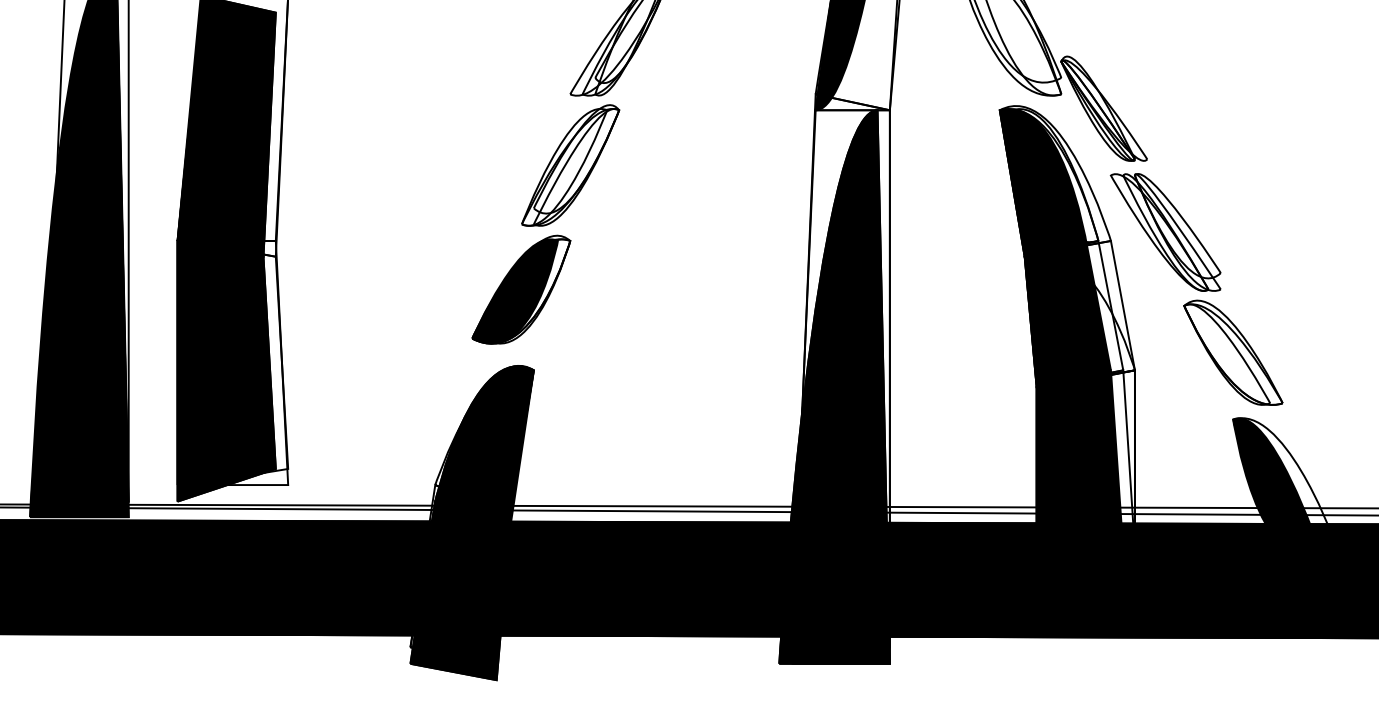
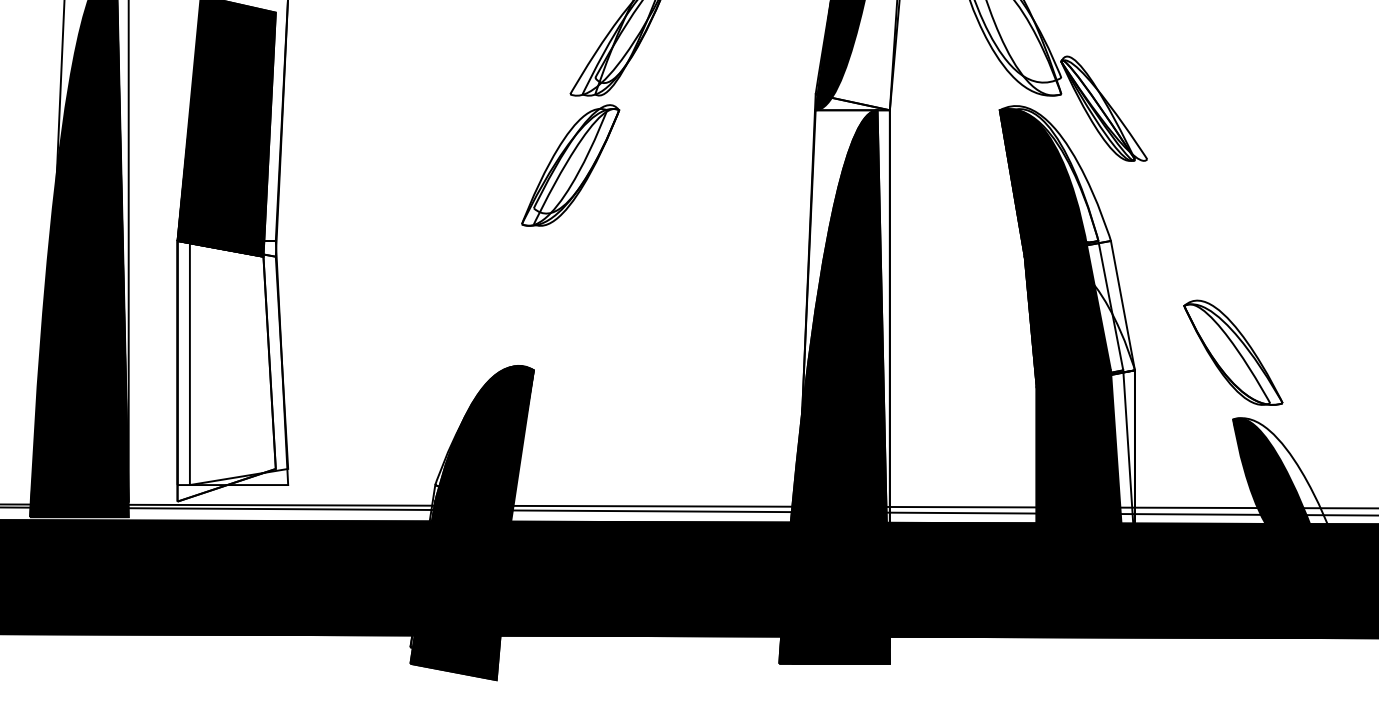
part at (1165, 232): present -> none
part at (521, 289): present -> none
fill at (226, 370): present -> none
